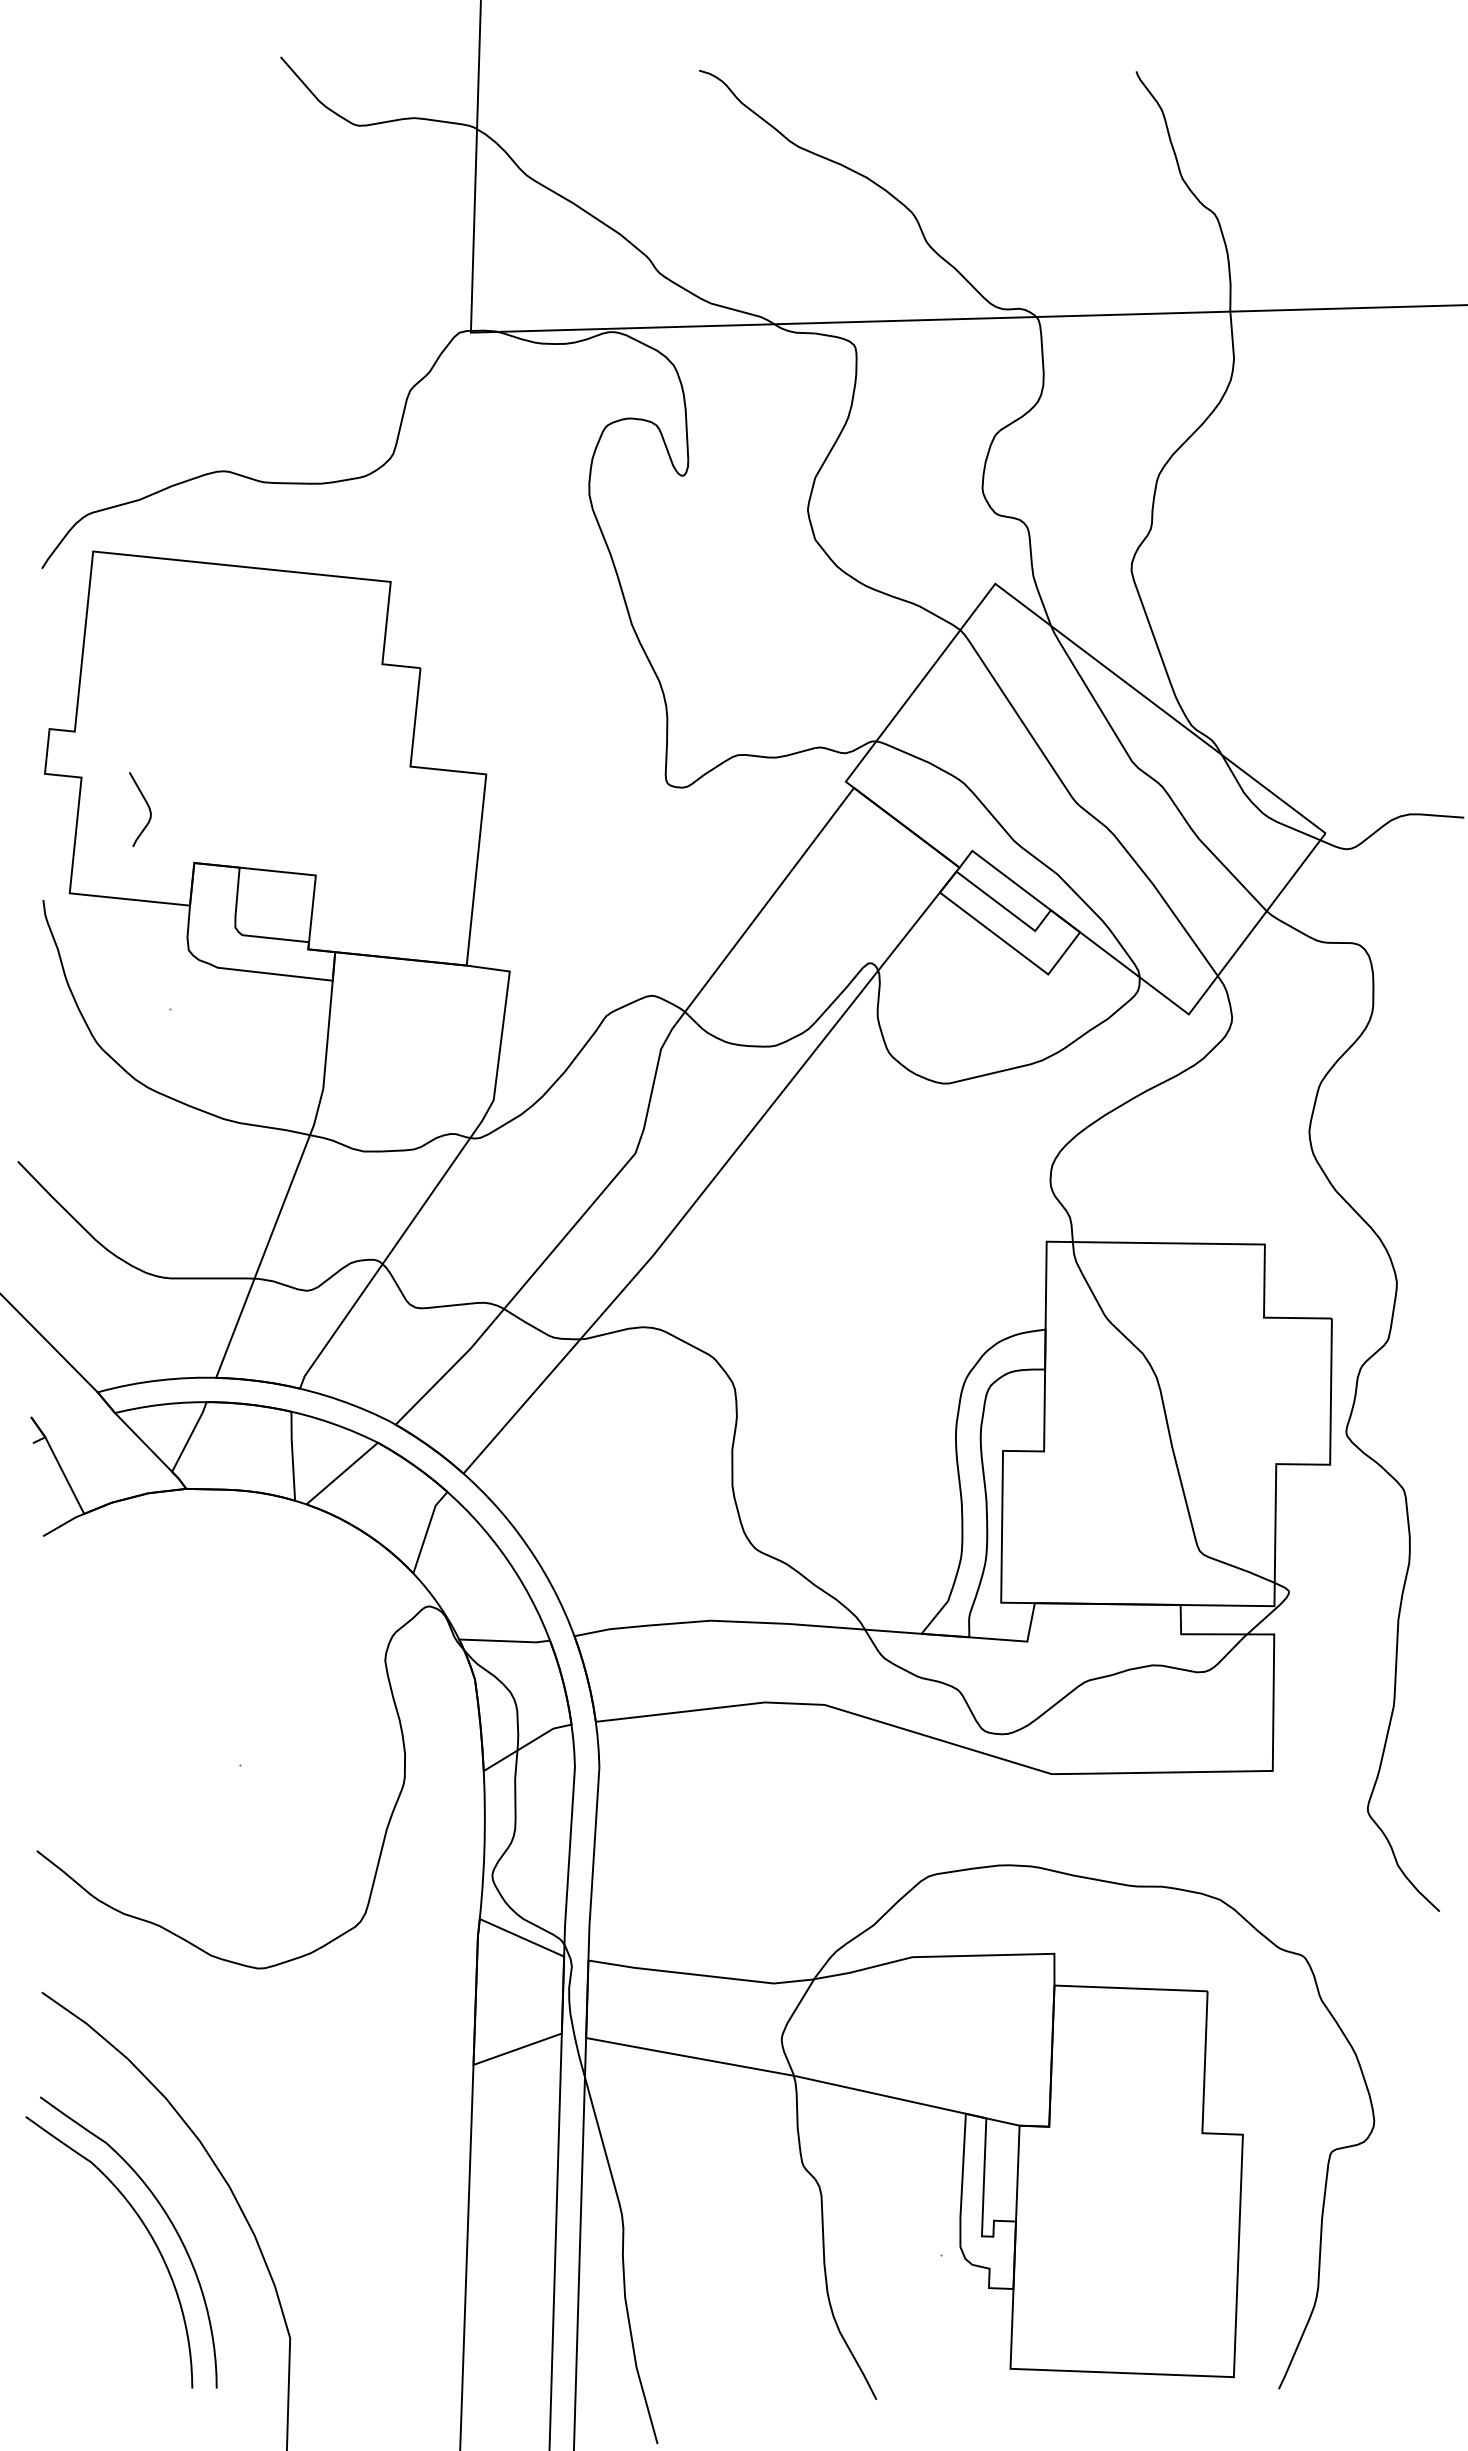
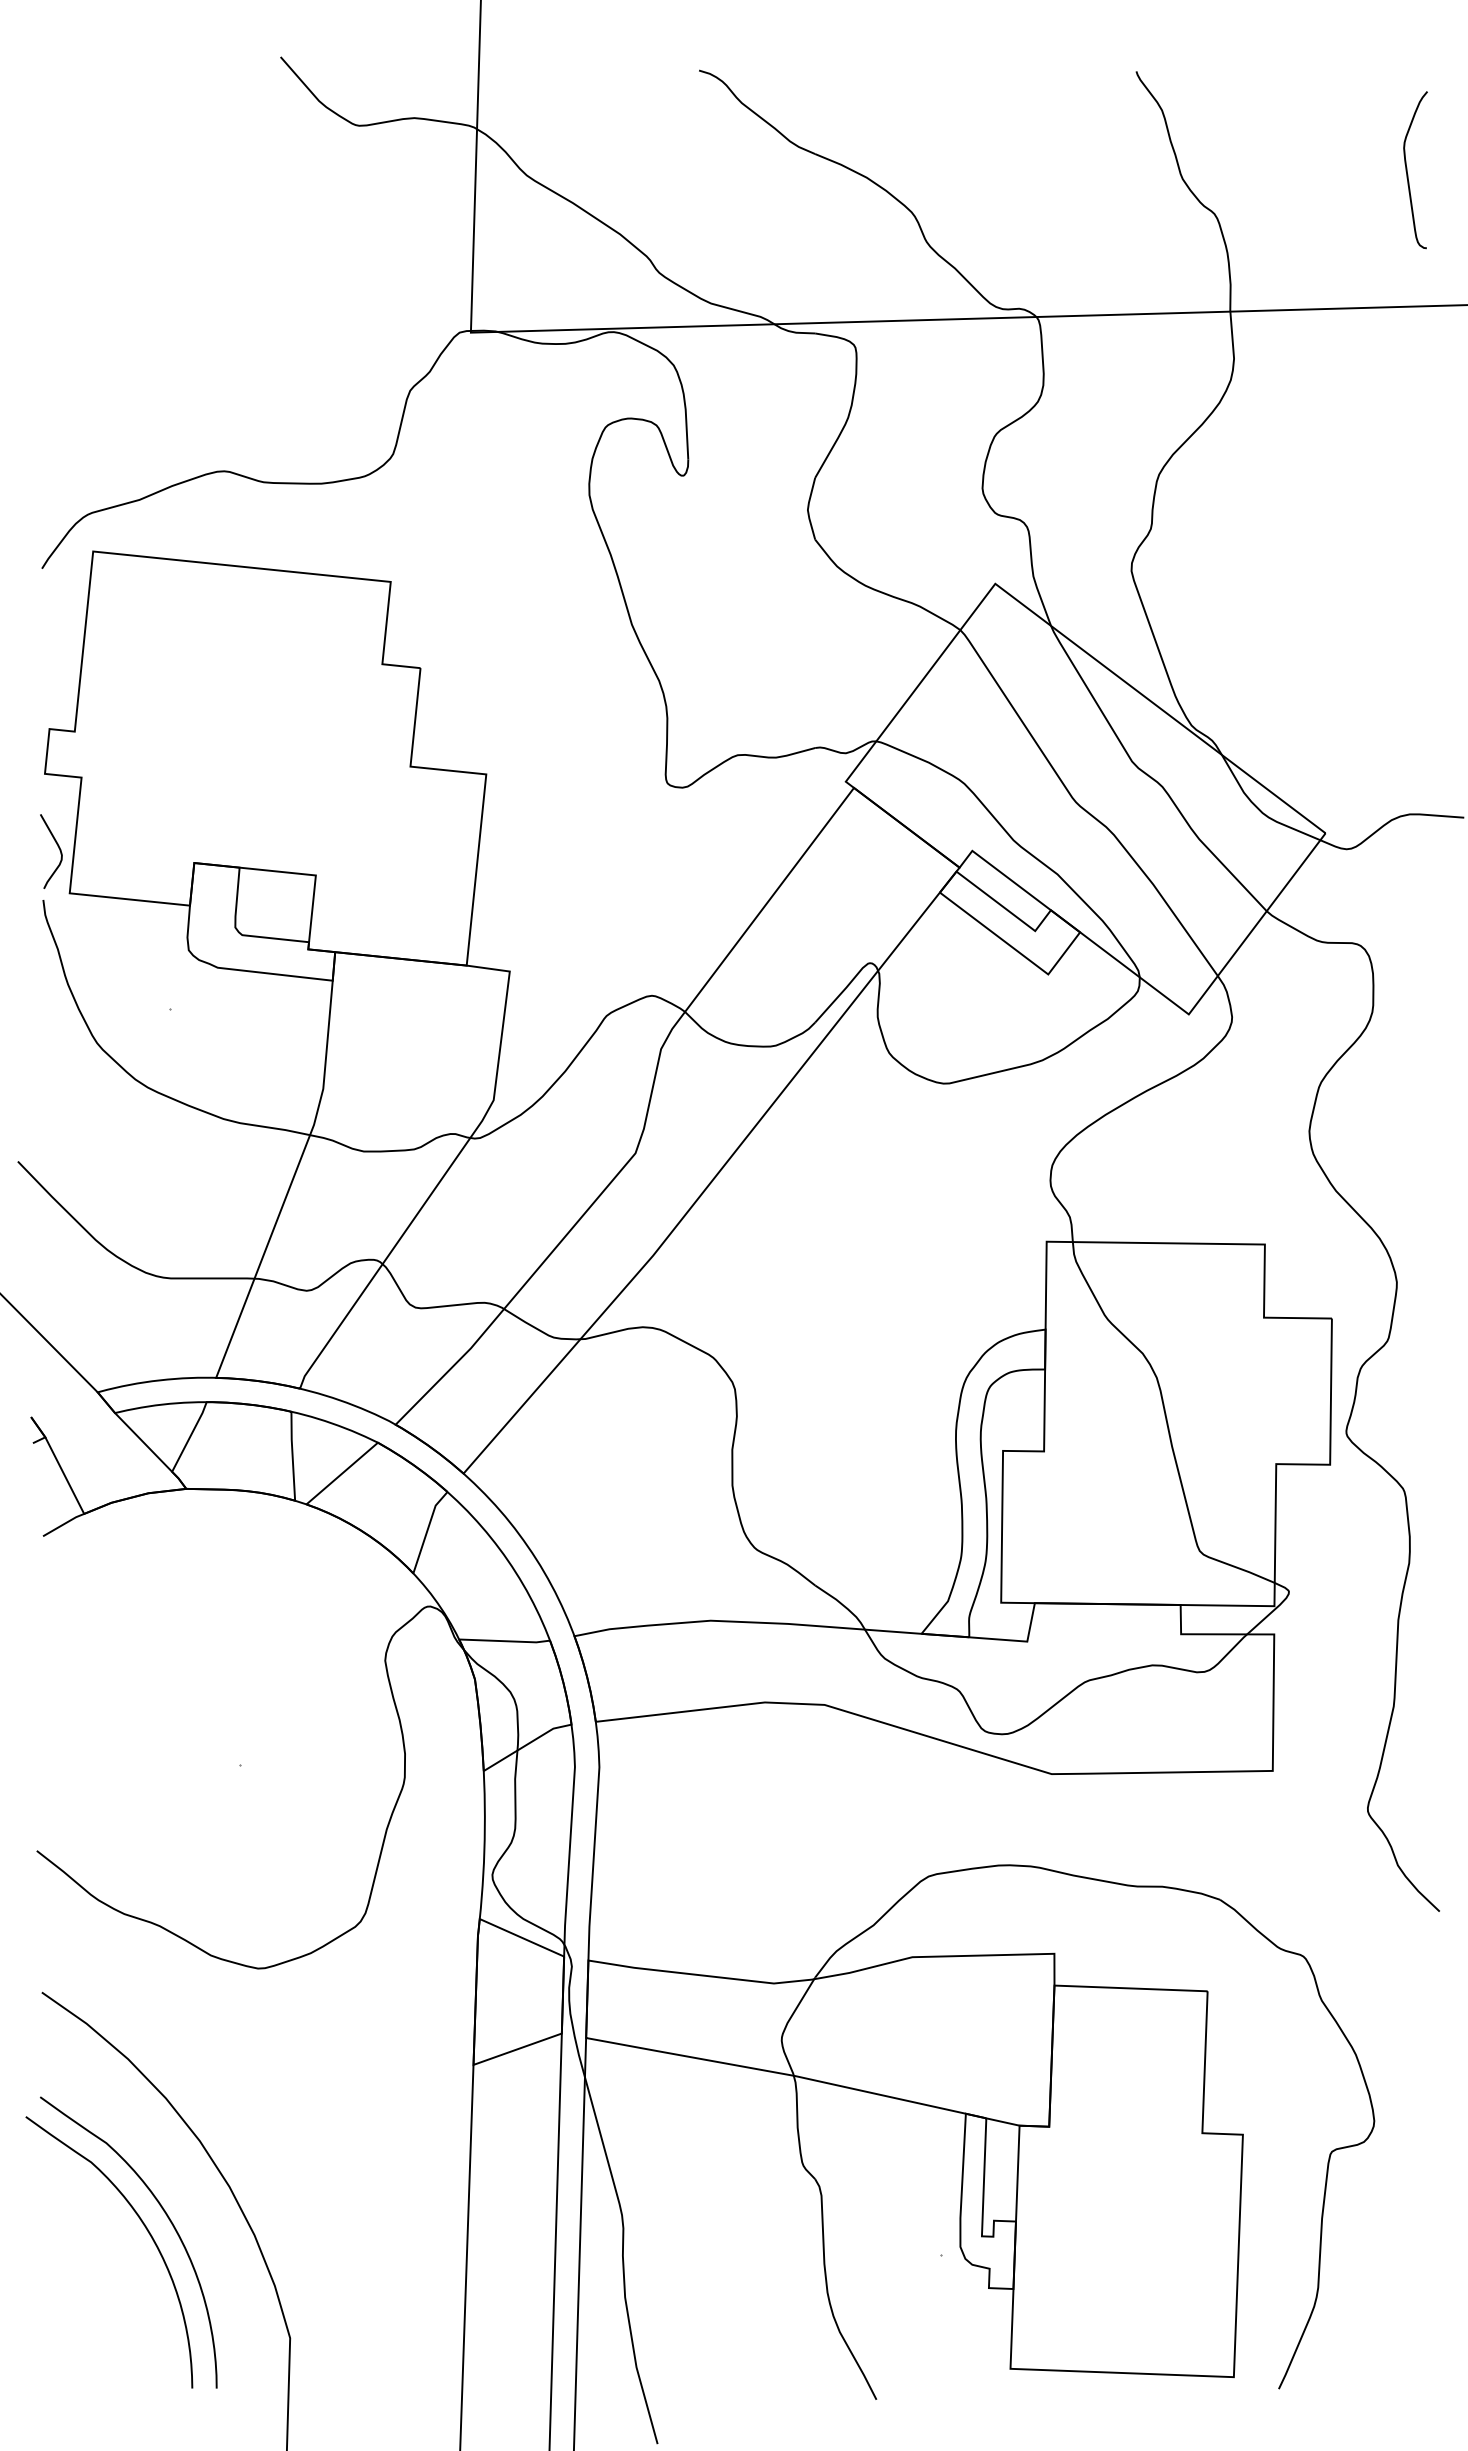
curve at (1407, 170): none -> present
curve at (147, 806) position: (147, 806) -> (58, 848)
